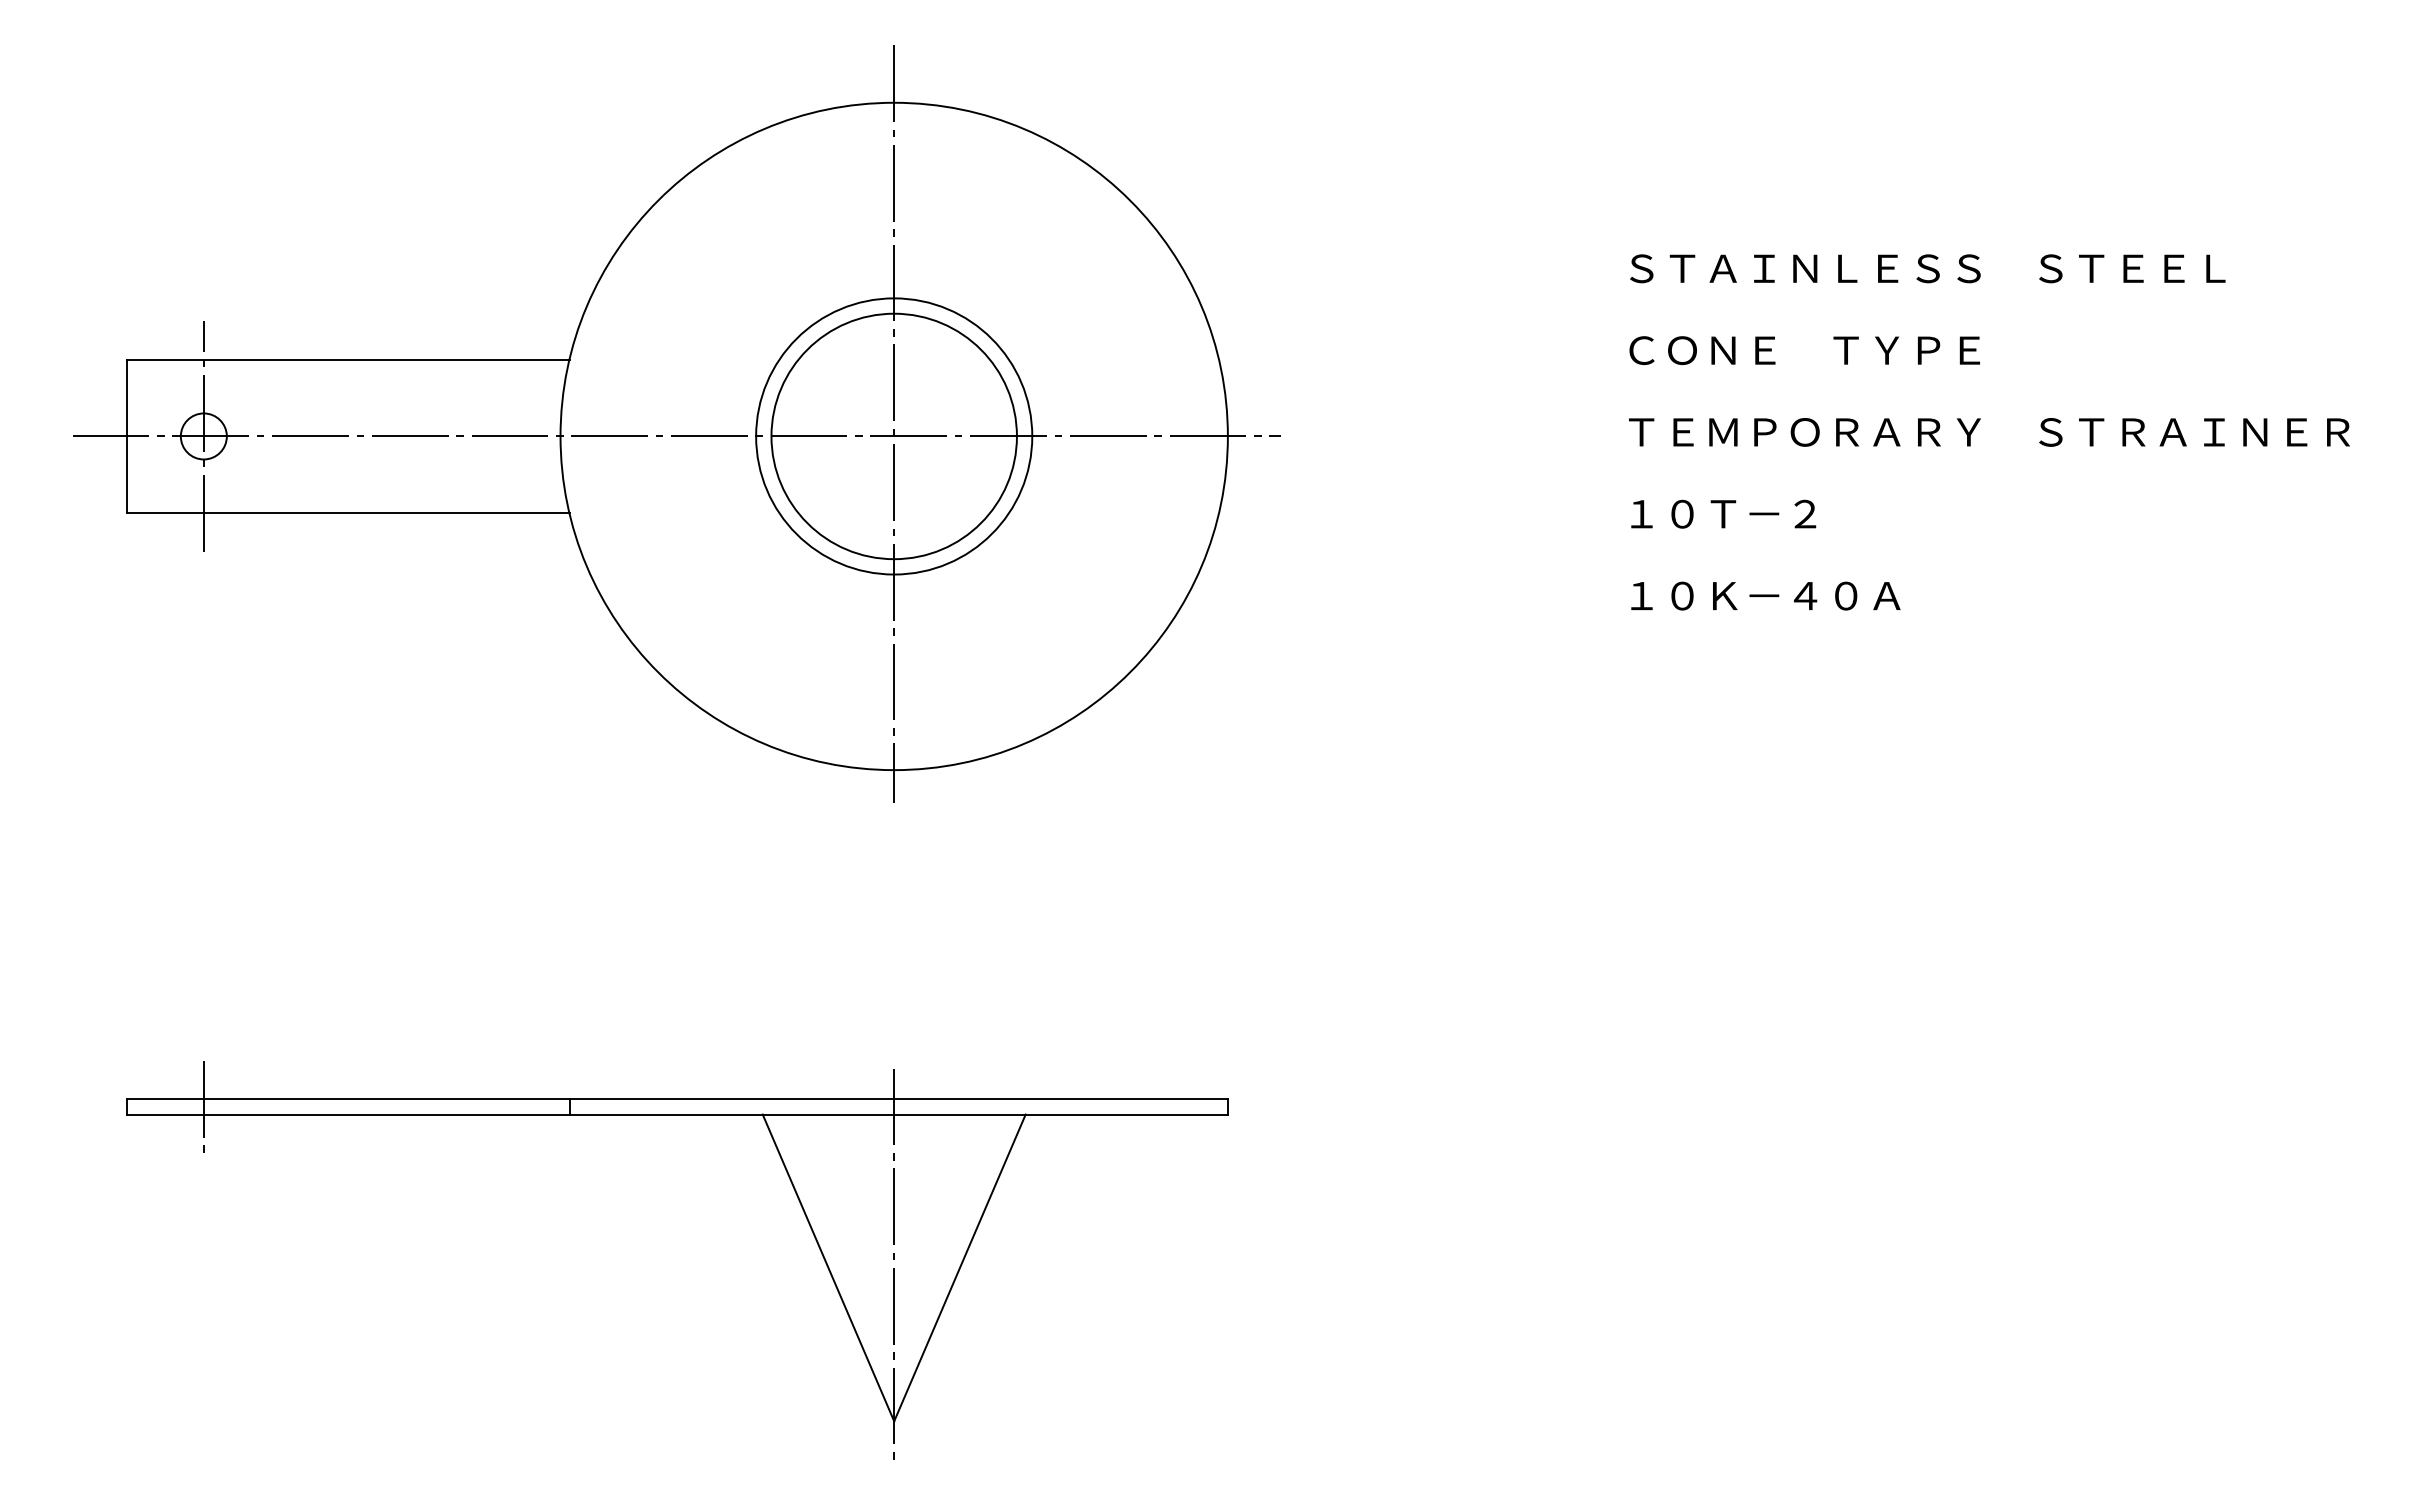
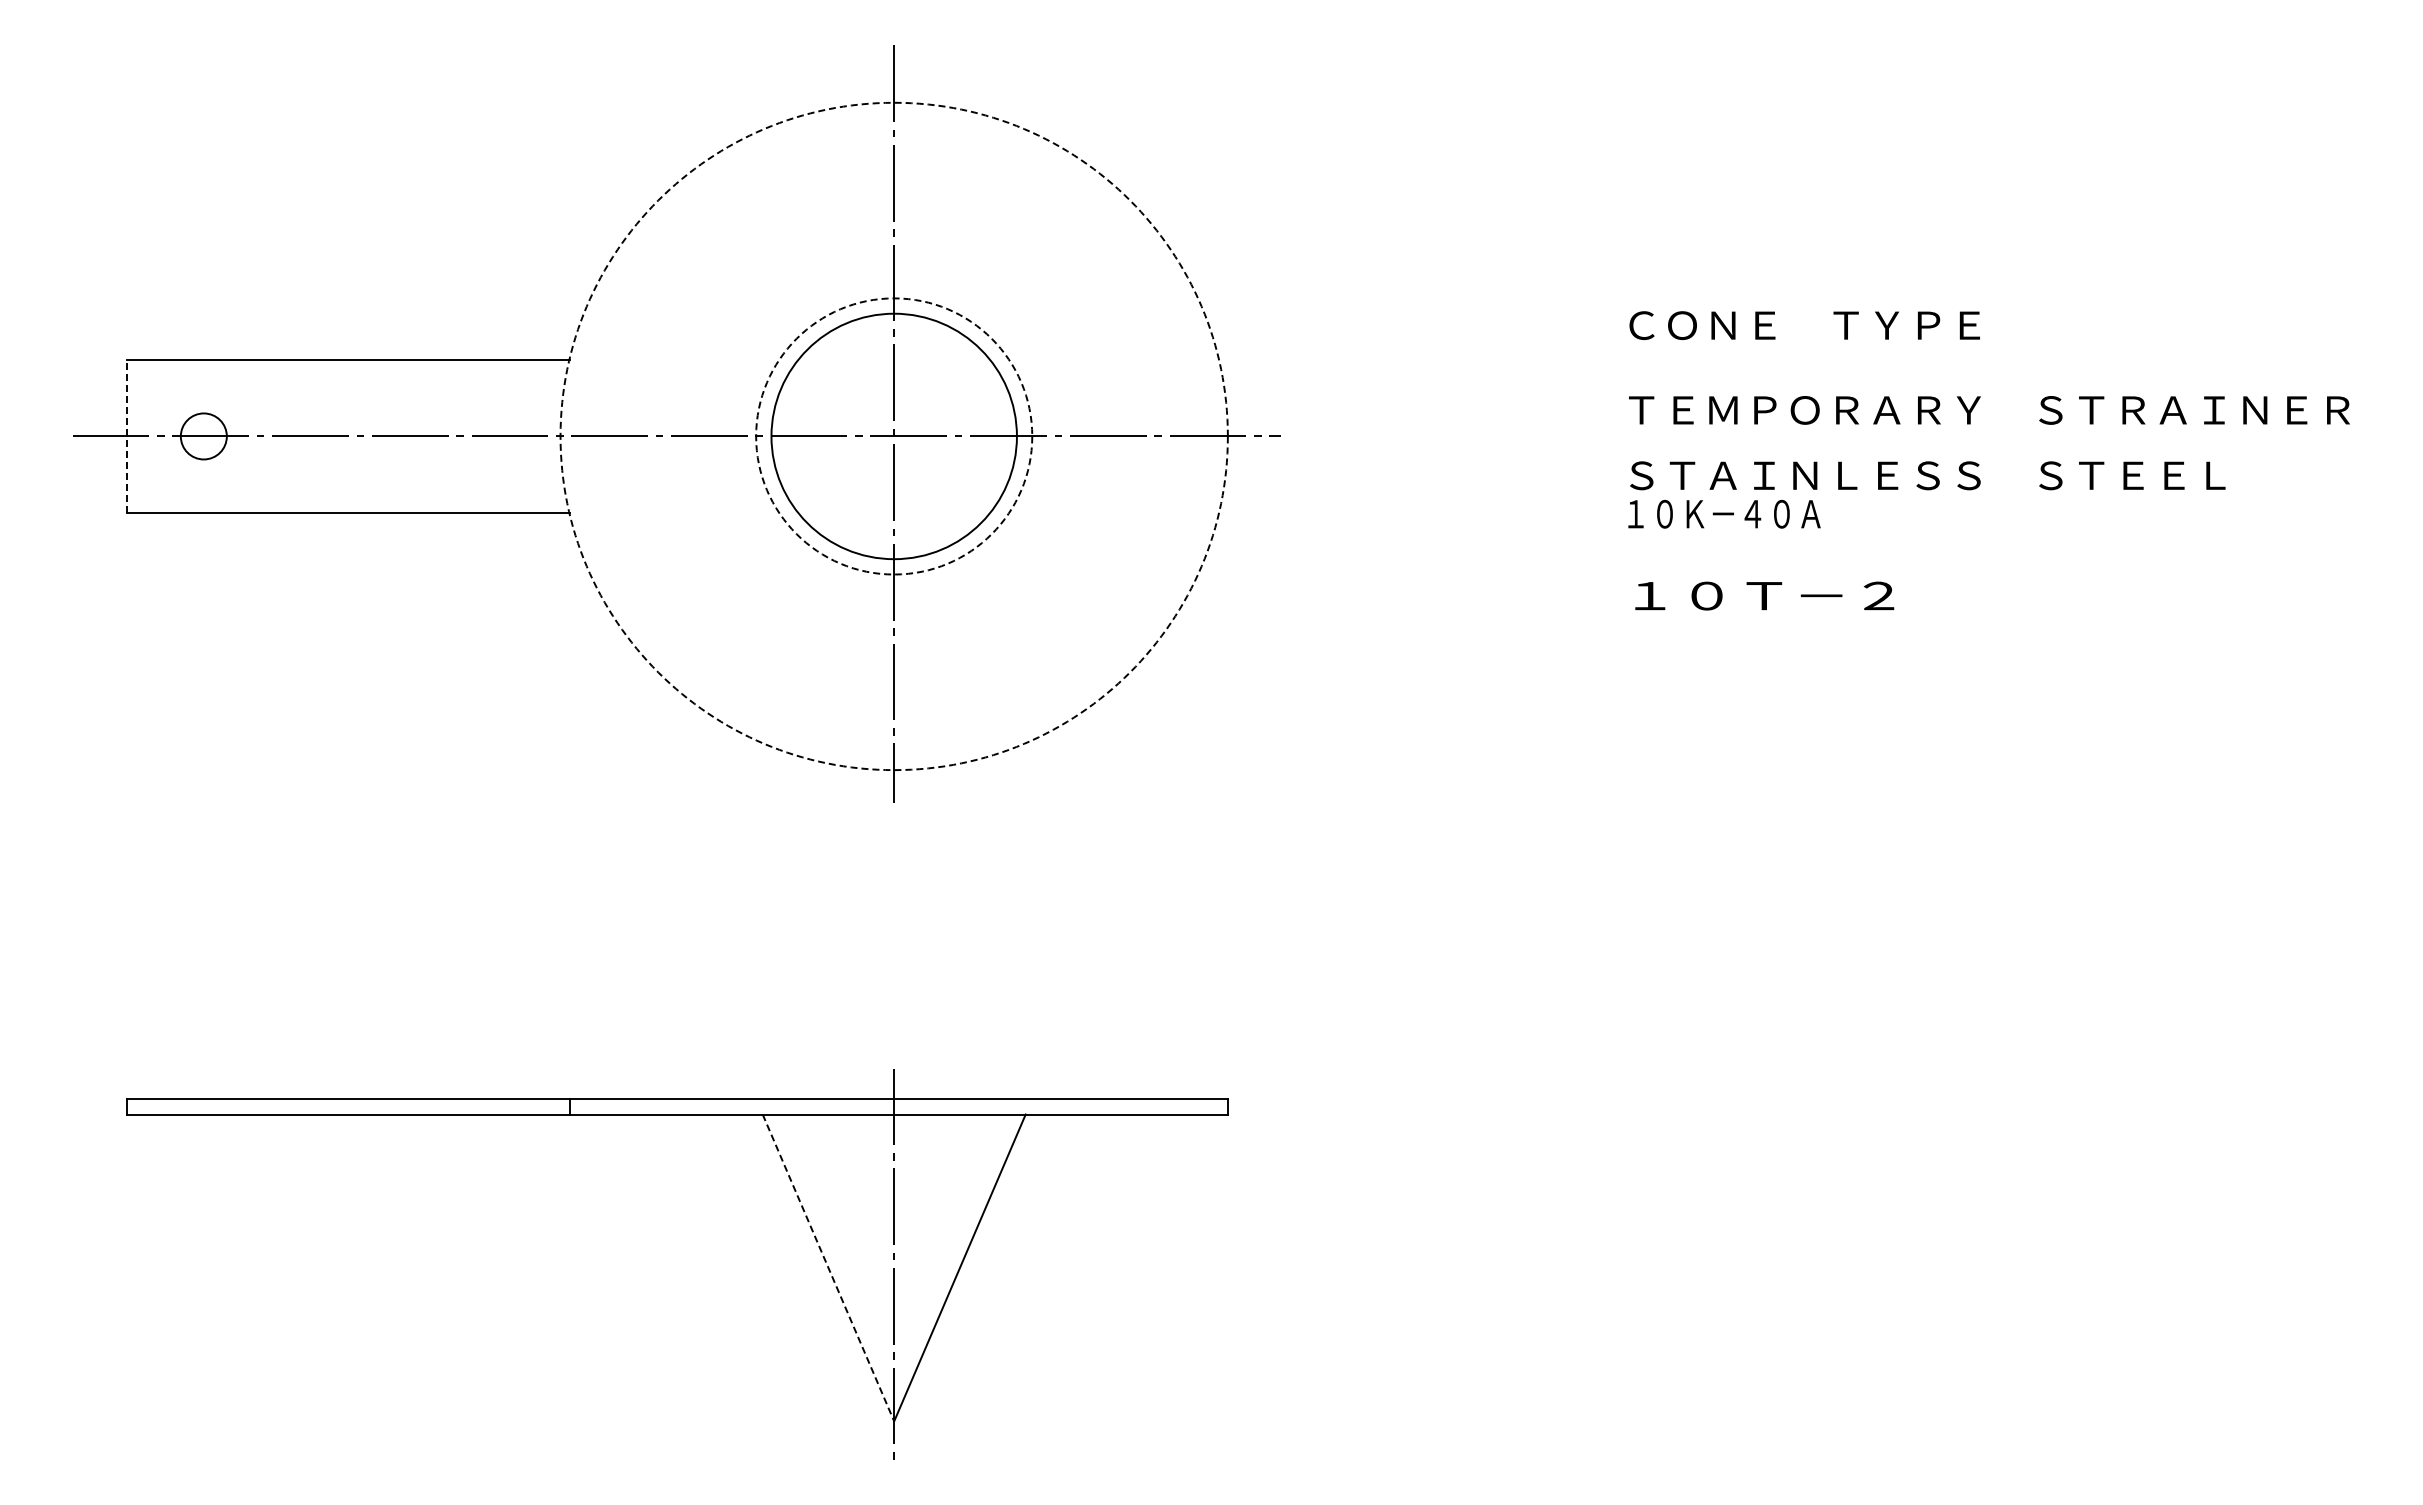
text at (1927, 268) position: (1927, 268) -> (1927, 475)
text at (1804, 350) position: (1804, 350) -> (1804, 325)
text at (1989, 432) position: (1989, 432) -> (1989, 410)
line at (127, 436): solid -> dashed
line at (203, 436): present -> none
circle at (893, 436): solid -> dashed
circle at (894, 436): solid -> dashed
text at (1724, 513): １０Ｔ－２ -> １０Ｋ－４０Ａ
text at (1765, 595): １０Ｋ－４０Ａ -> １０Ｔ－２
line at (203, 1106): present -> none
line at (828, 1267): solid -> dashed
